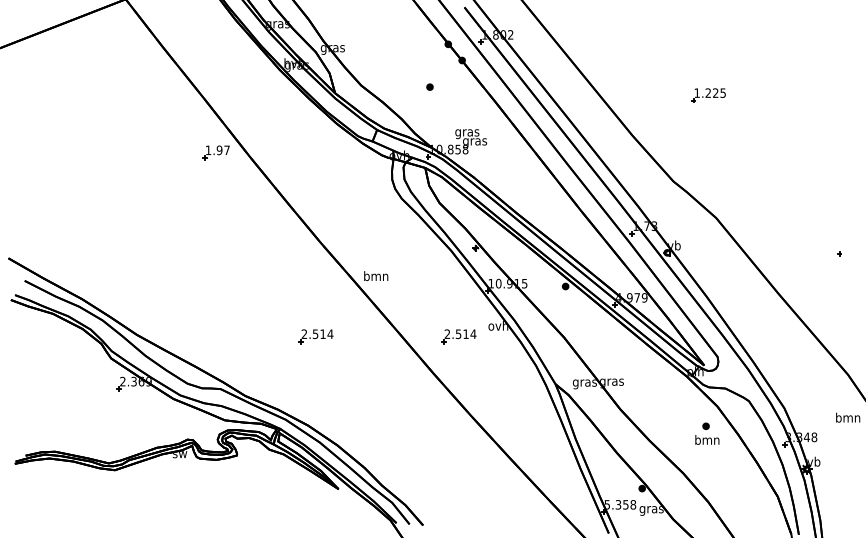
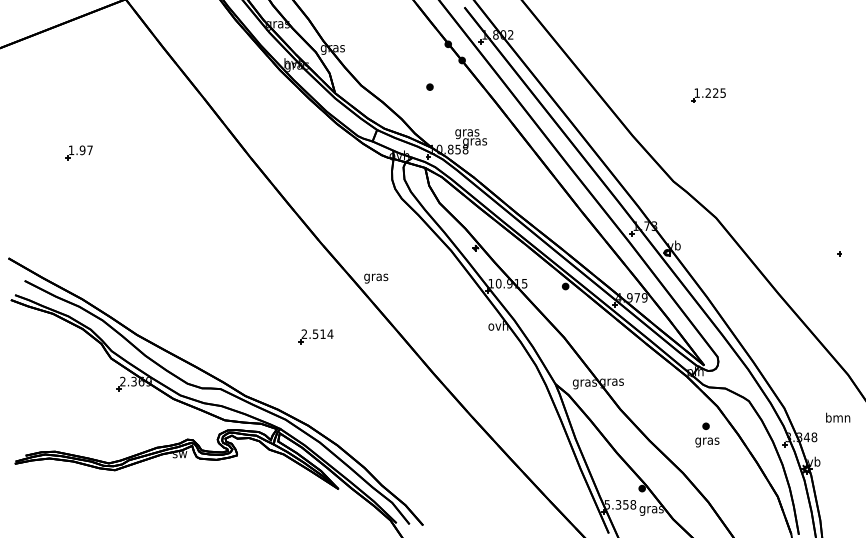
part at (215, 152) position: (215, 152) -> (78, 152)
text at (376, 277): bmn -> gras
part at (458, 336): present -> none
text at (848, 417) position: (848, 417) -> (838, 417)
text at (707, 441): bmn -> gras
